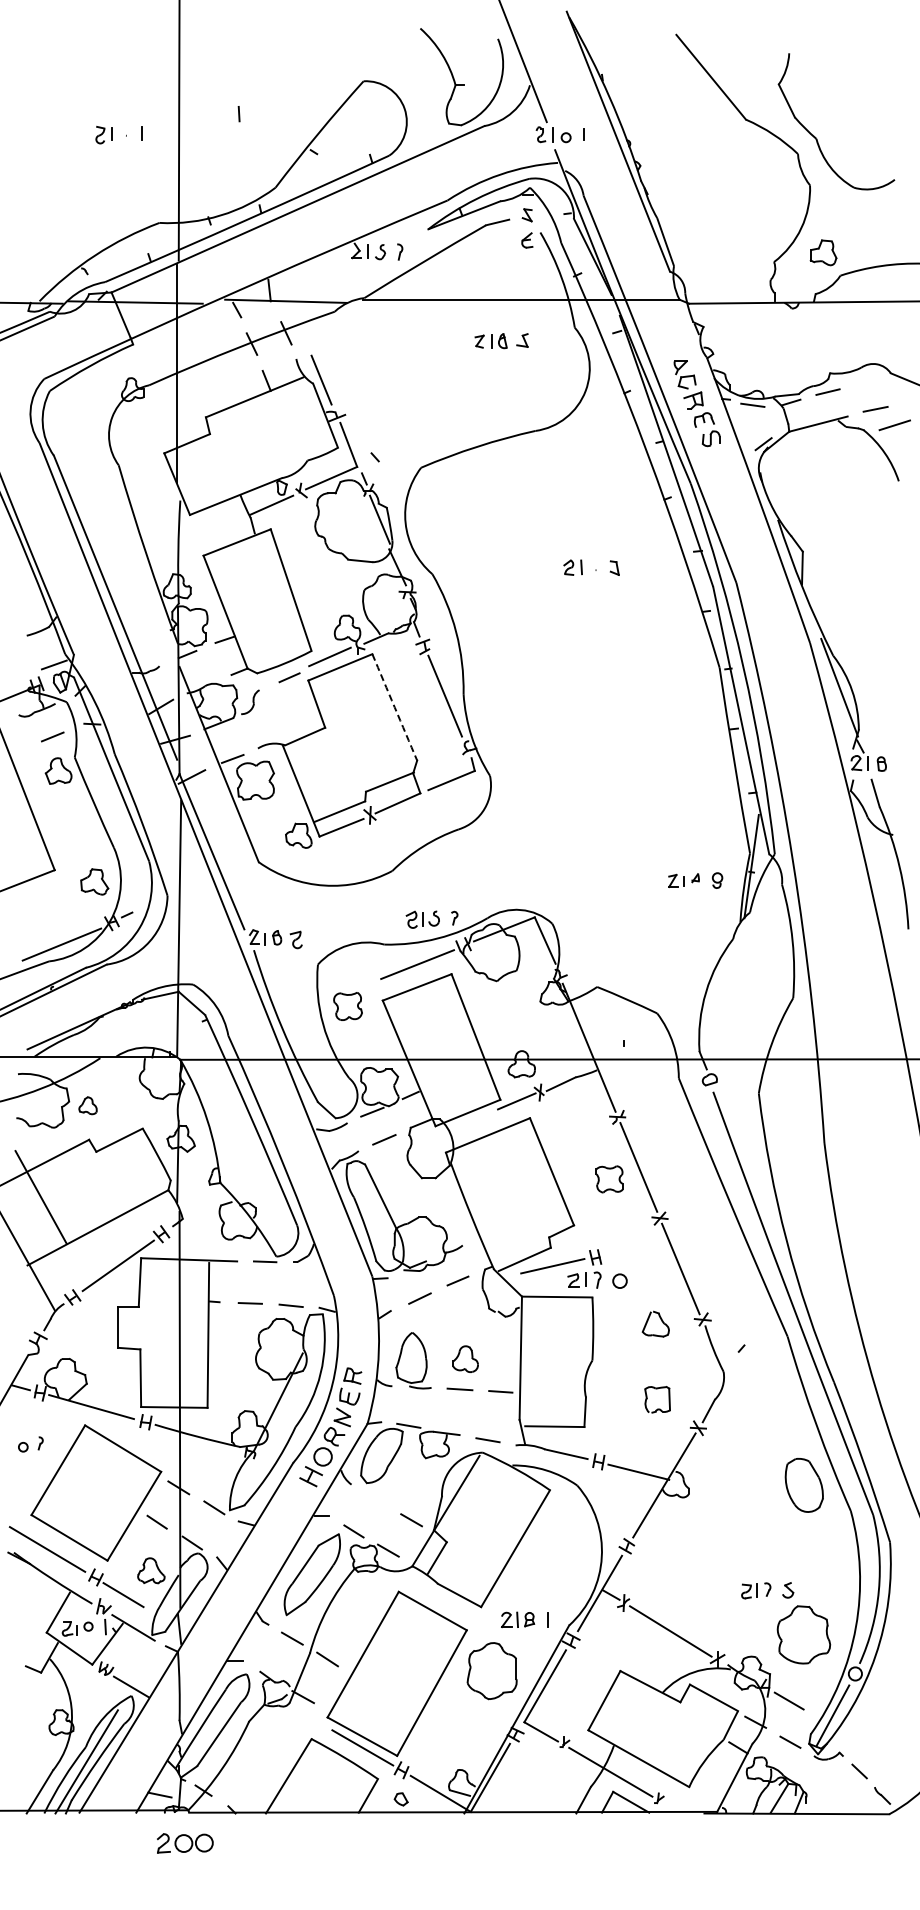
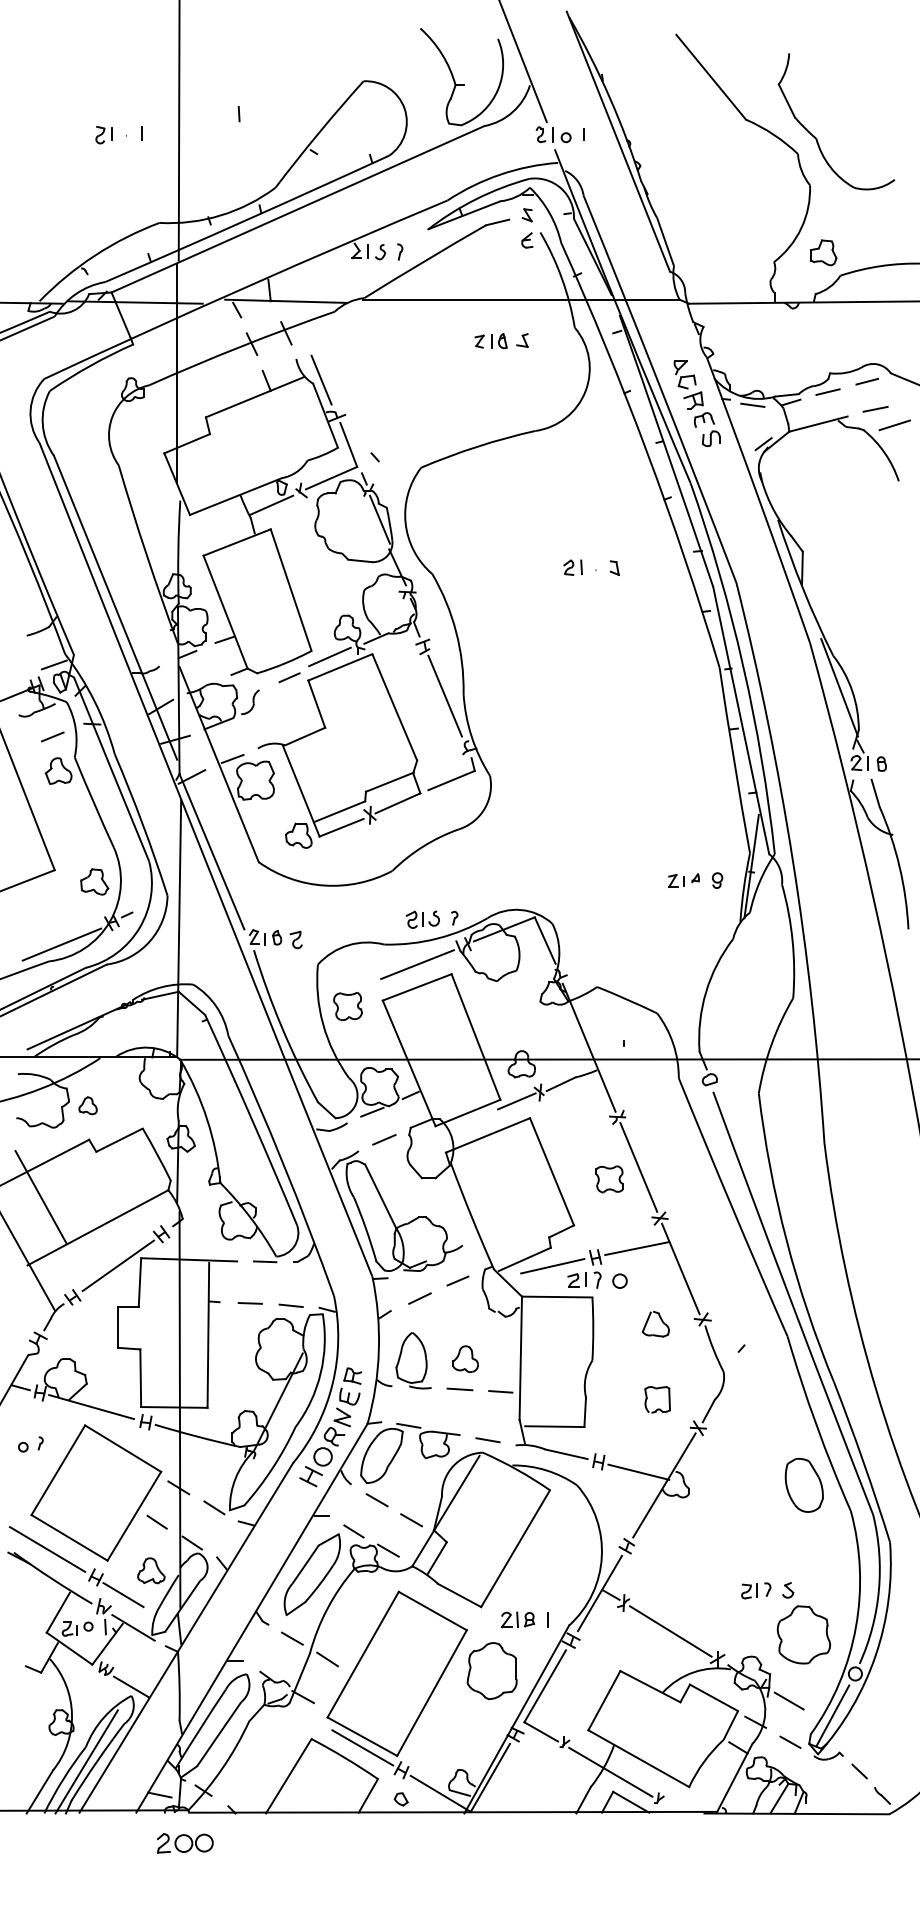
line at (866, 381): none -> present
arc at (394, 707): dashed -> solid
line at (636, 1248): none -> present
line at (376, 1500): none -> present
